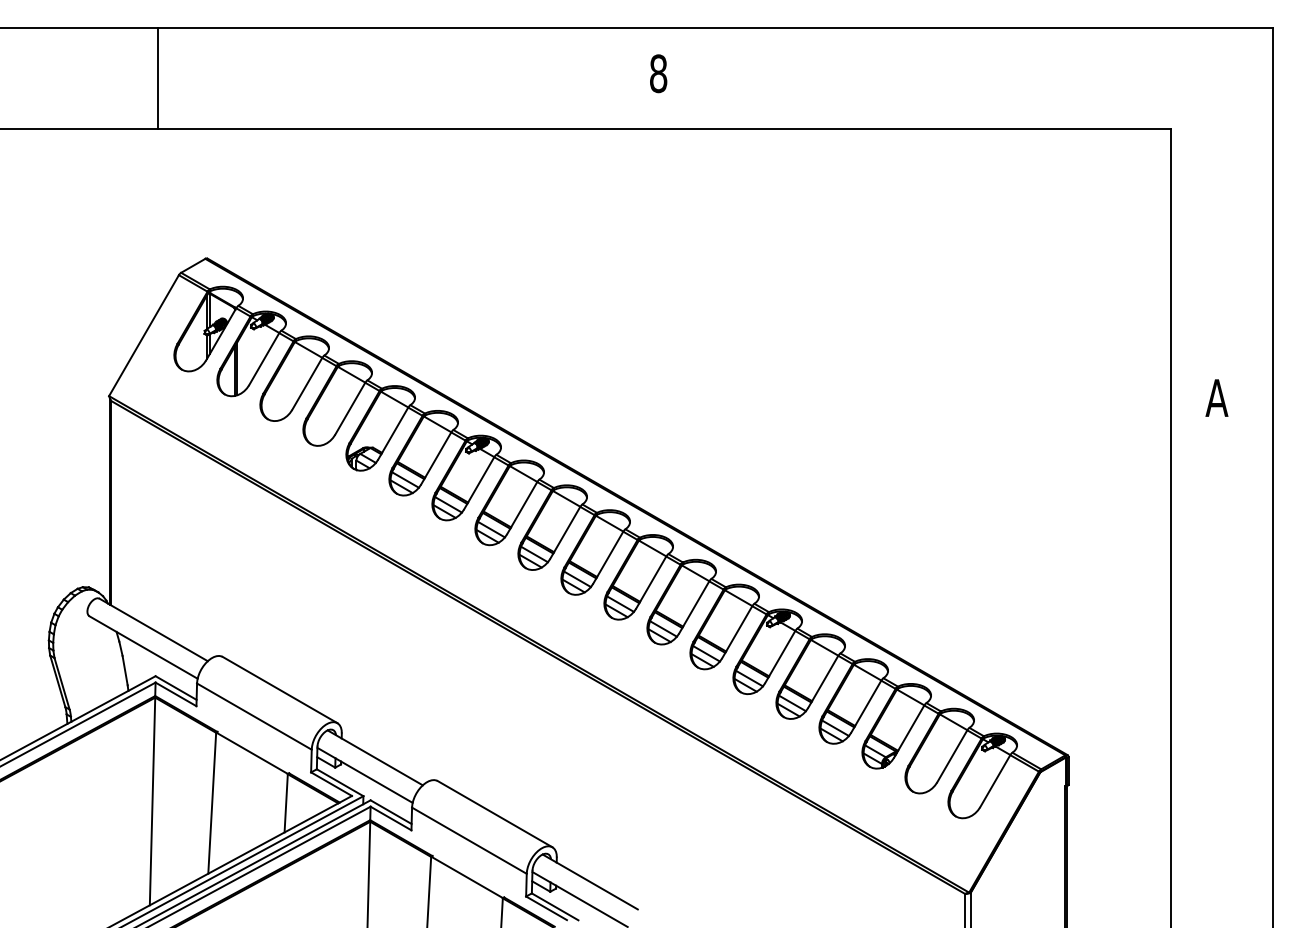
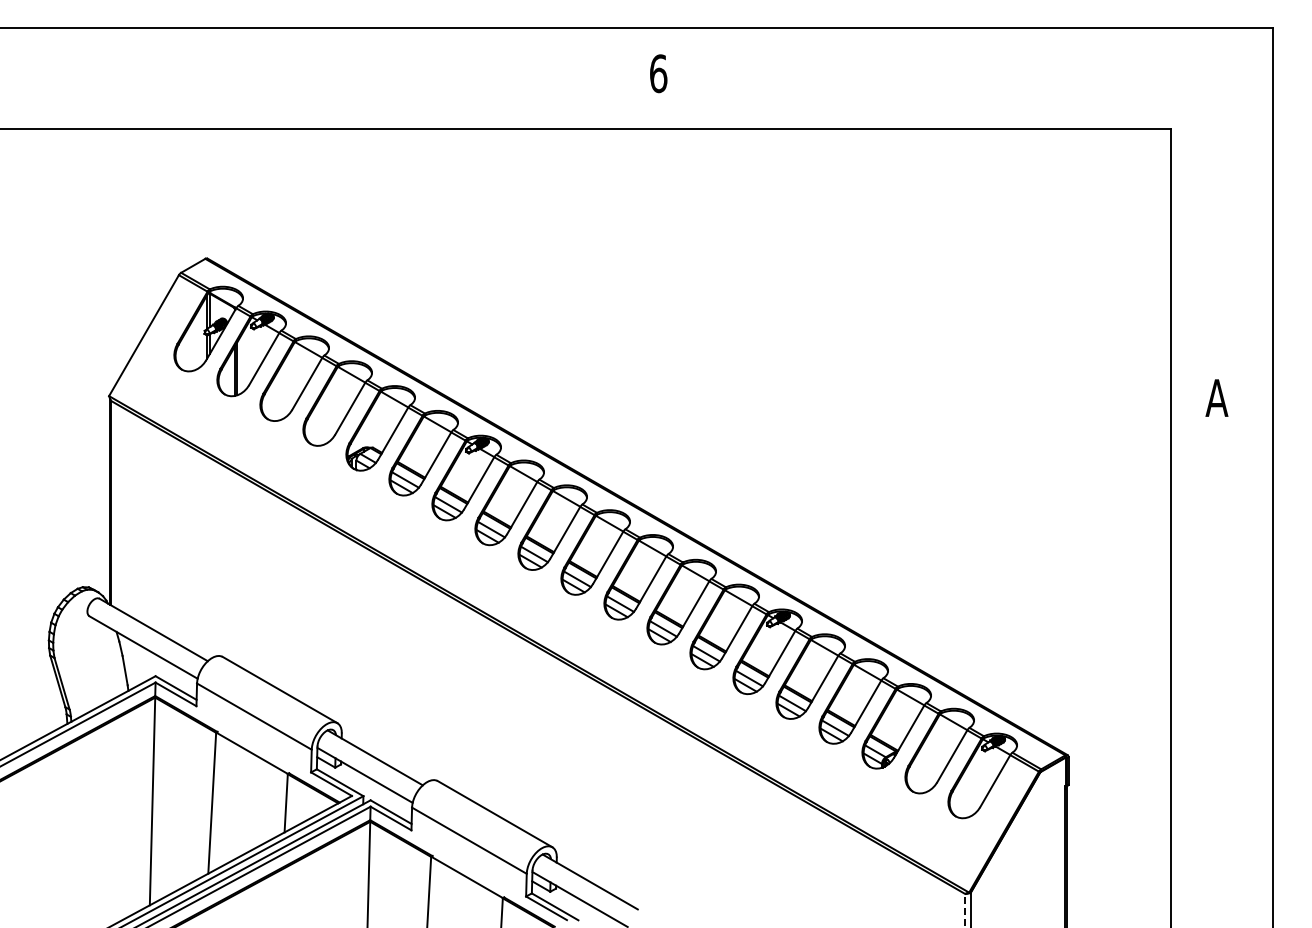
text at (658, 73): 8 -> 6
line at (157, 78): present -> none
line at (965, 910): solid -> dashed
